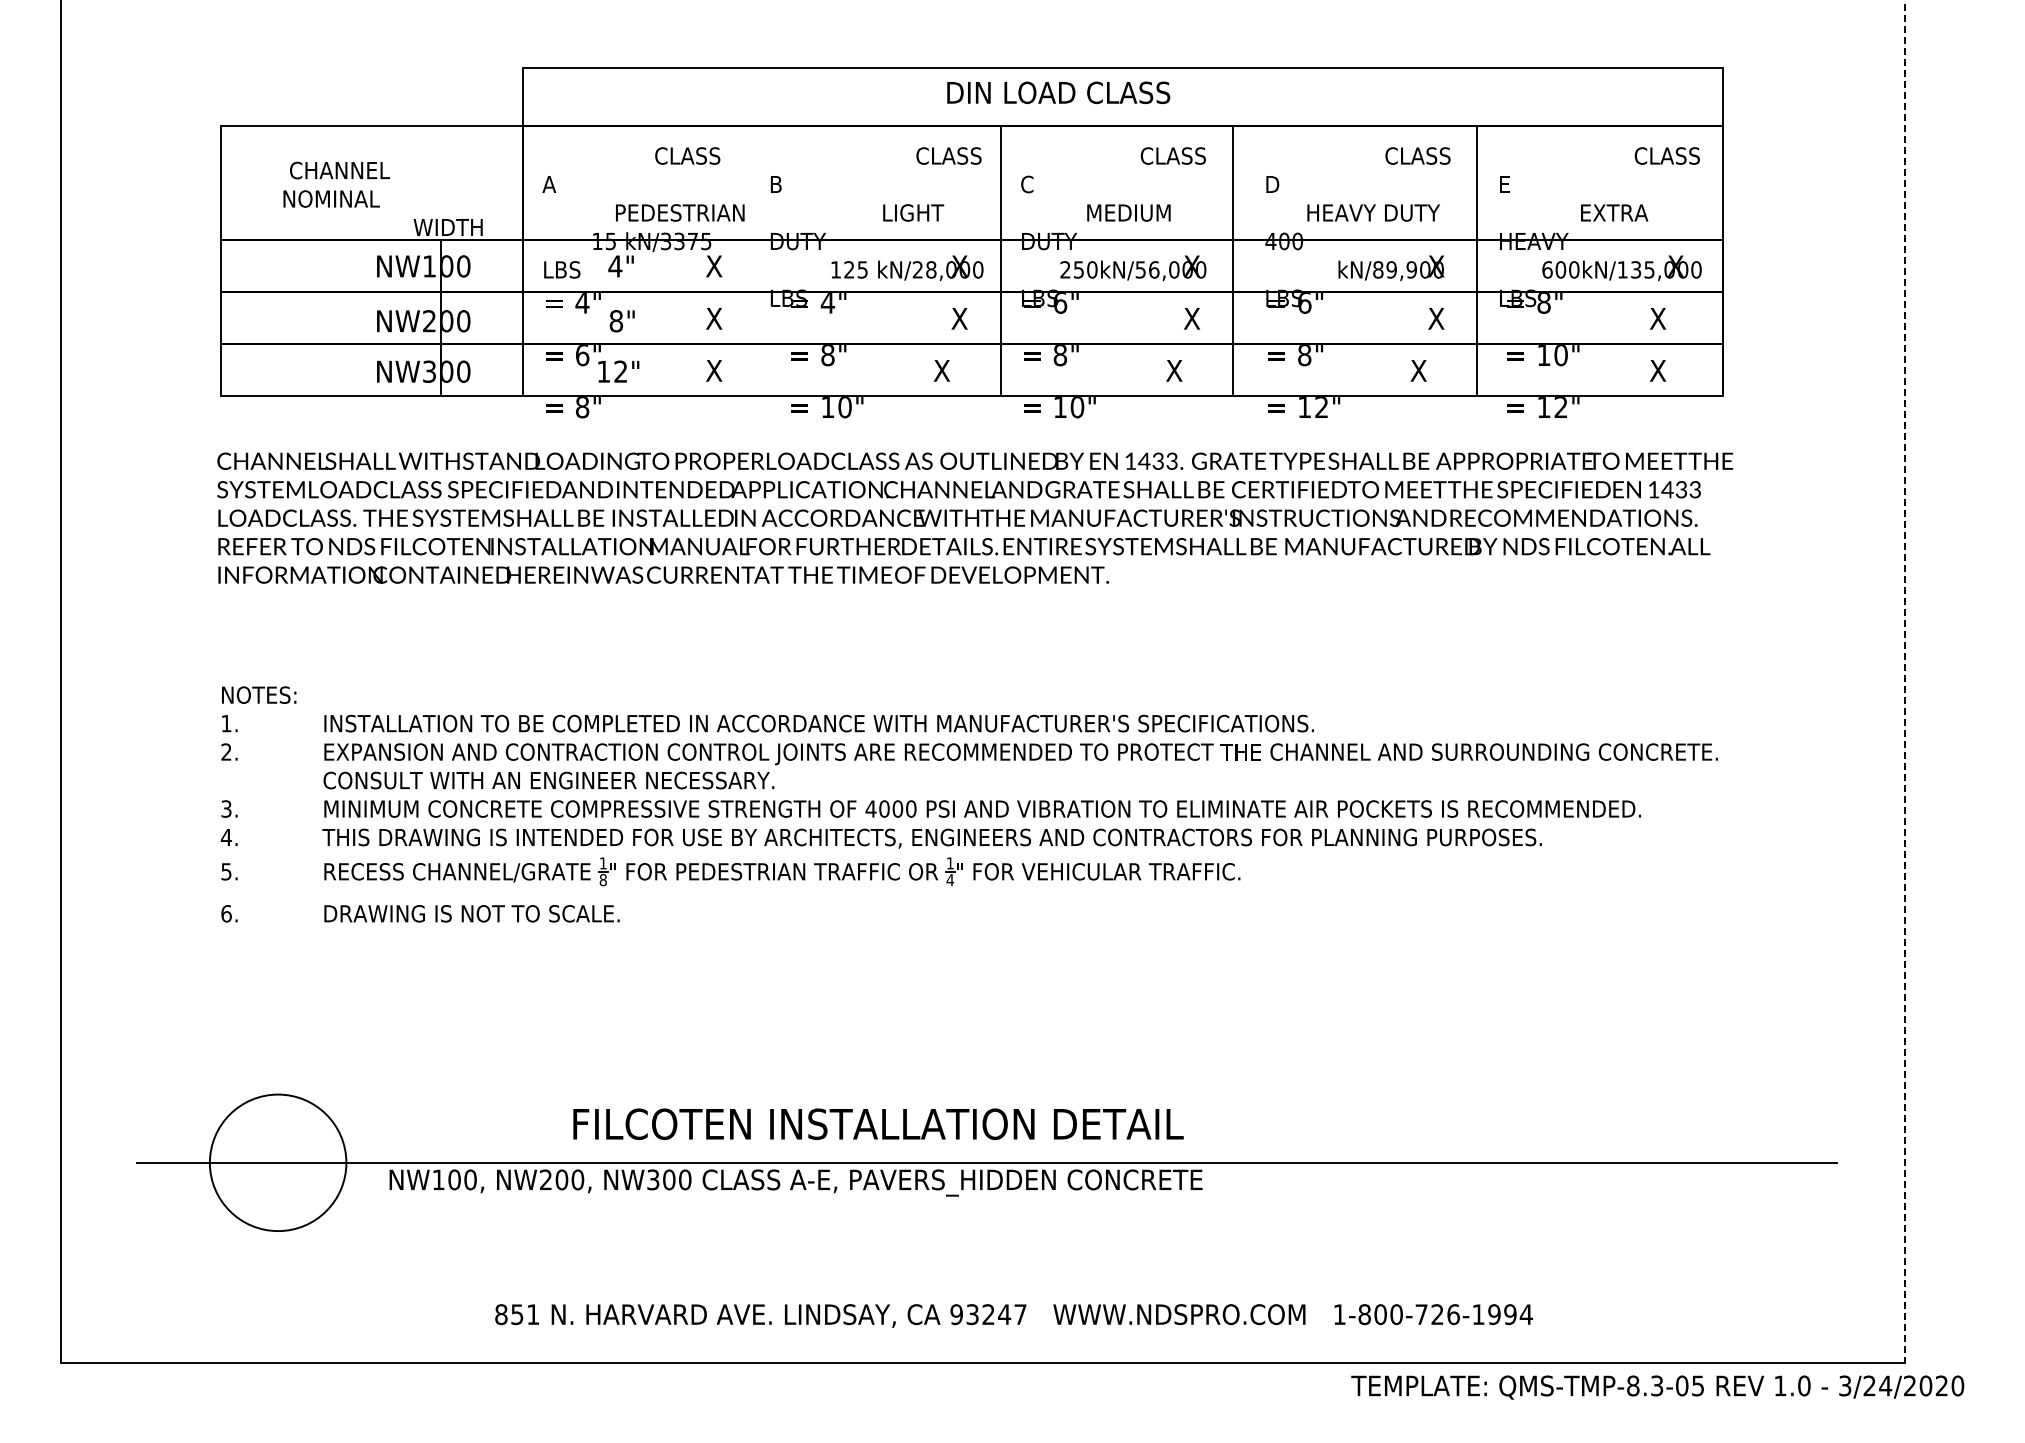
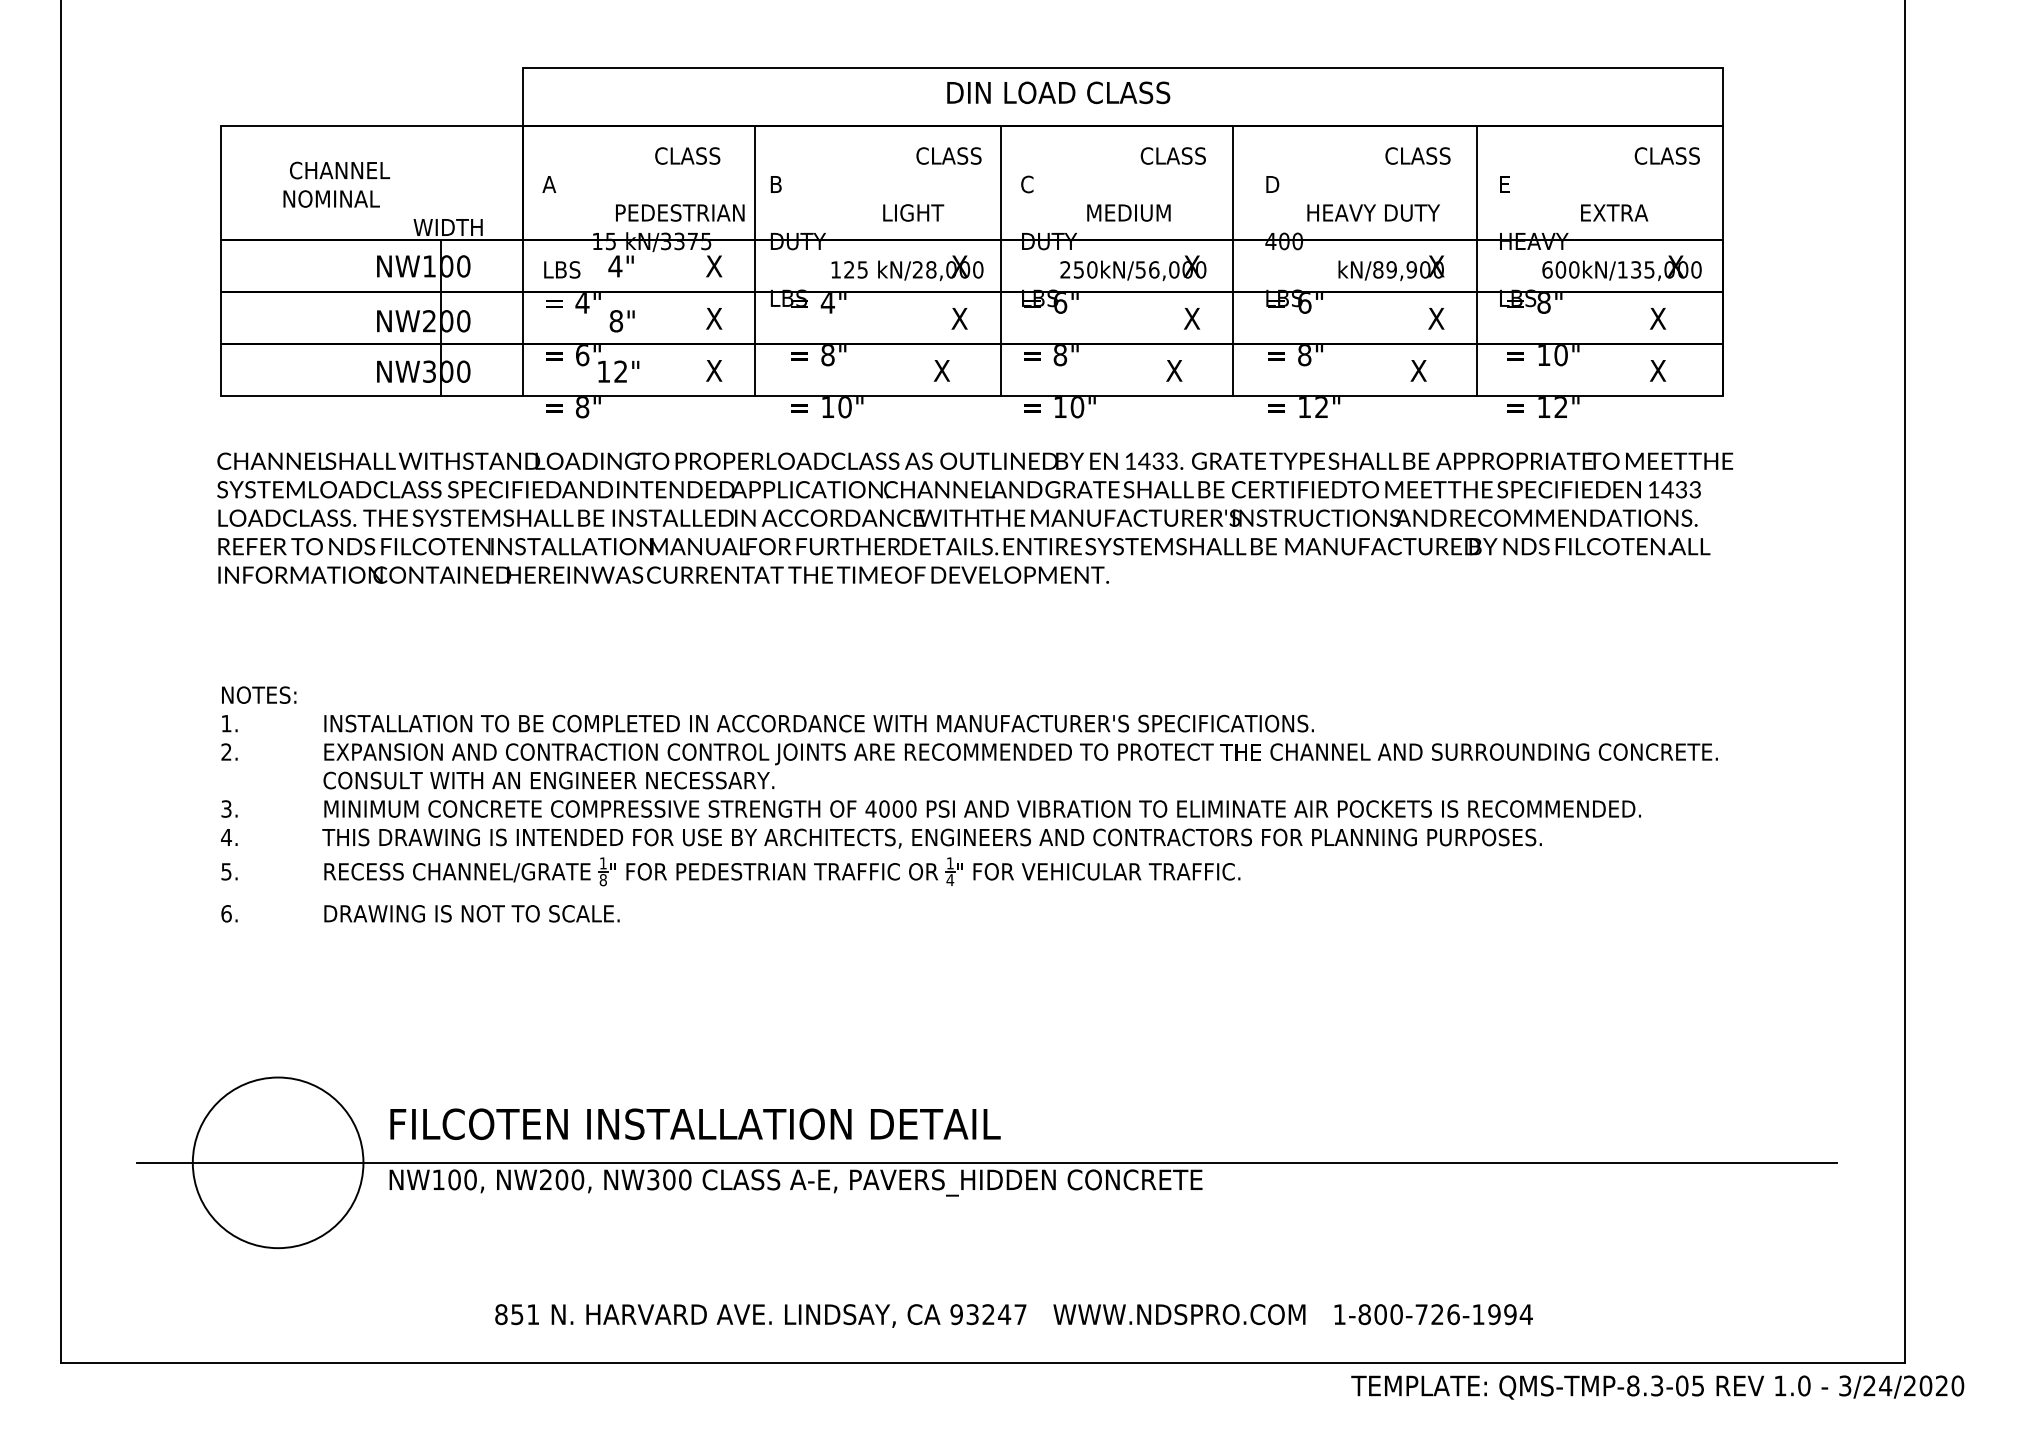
line at (755, 261): none -> present
line at (1904, 682): dashed -> solid
text at (878, 1123) position: (878, 1123) -> (695, 1123)
circle at (277, 1162) diameter: 137 px -> 171 px
